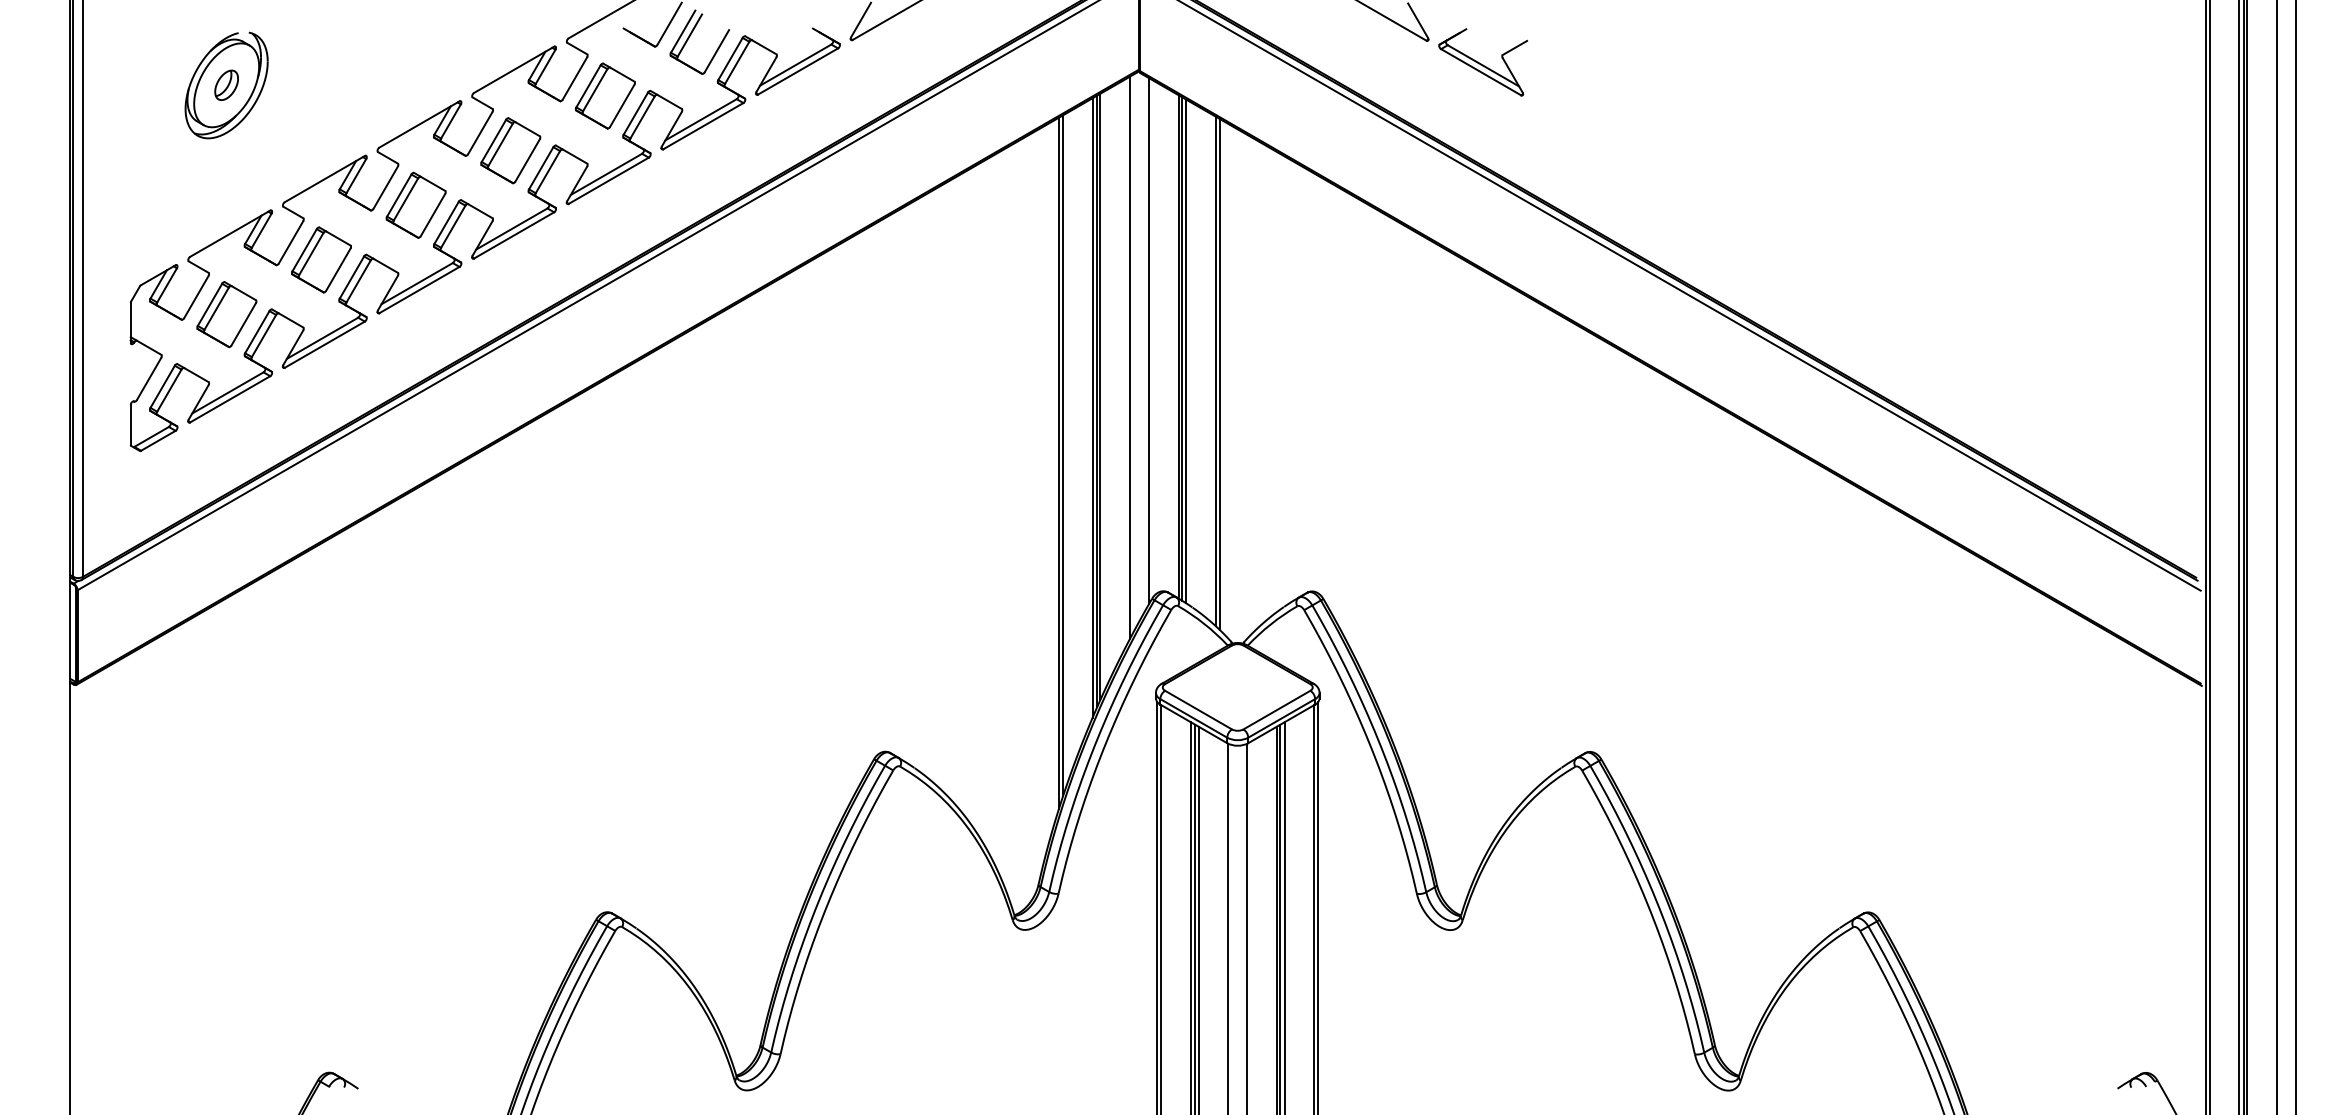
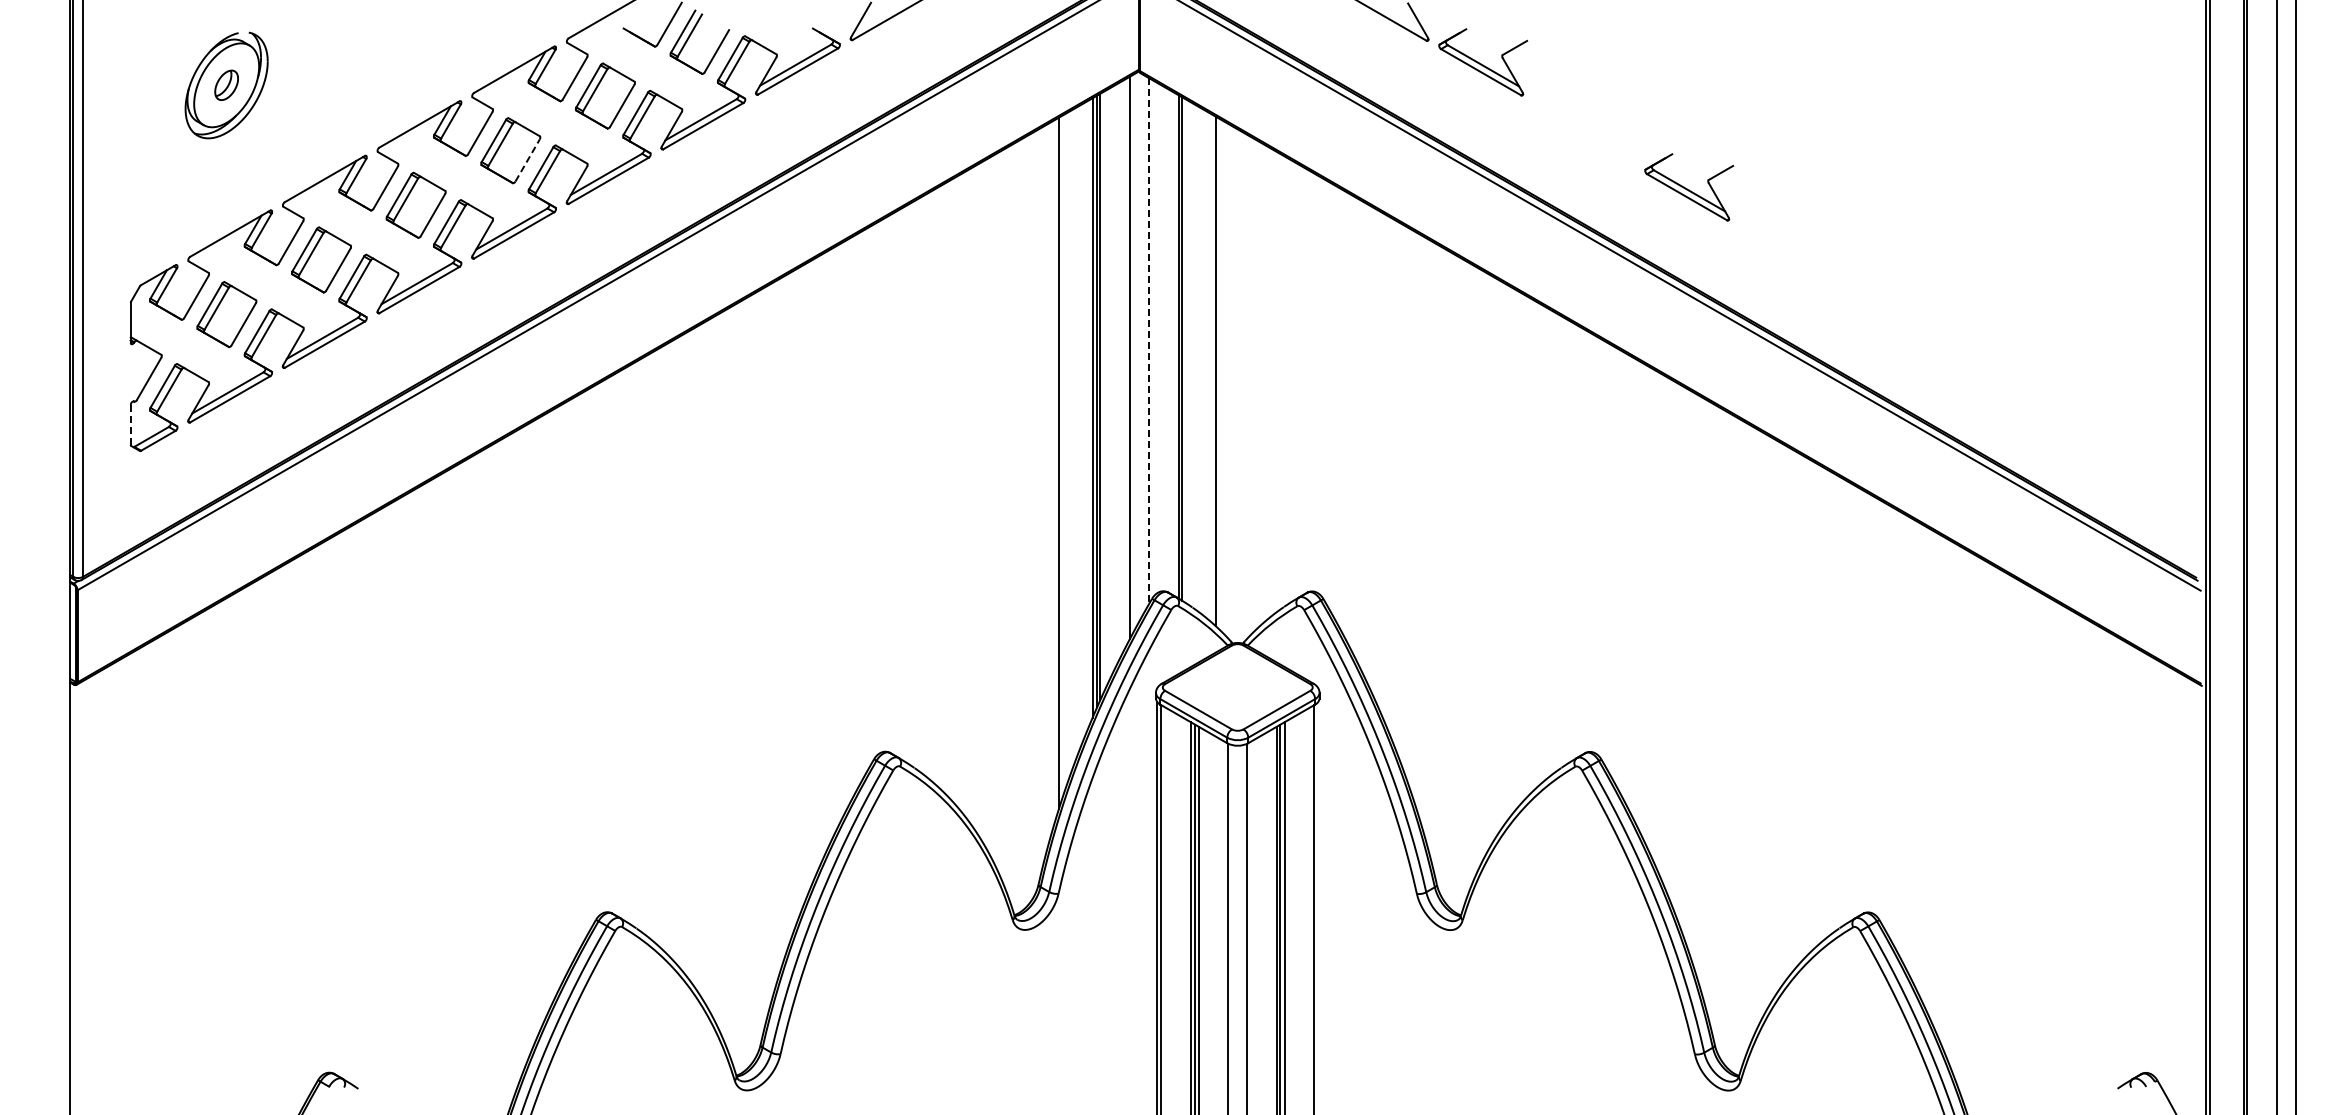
line at (527, 160): solid -> dashed
part at (1689, 187): none -> present
line at (1149, 341): solid -> dashed
line at (1186, 351): present -> none
line at (1219, 374): present -> none
line at (130, 424): solid -> dashed
line at (1063, 455): present -> none
line at (2239, 556): present -> none
line at (1318, 906): present -> none
